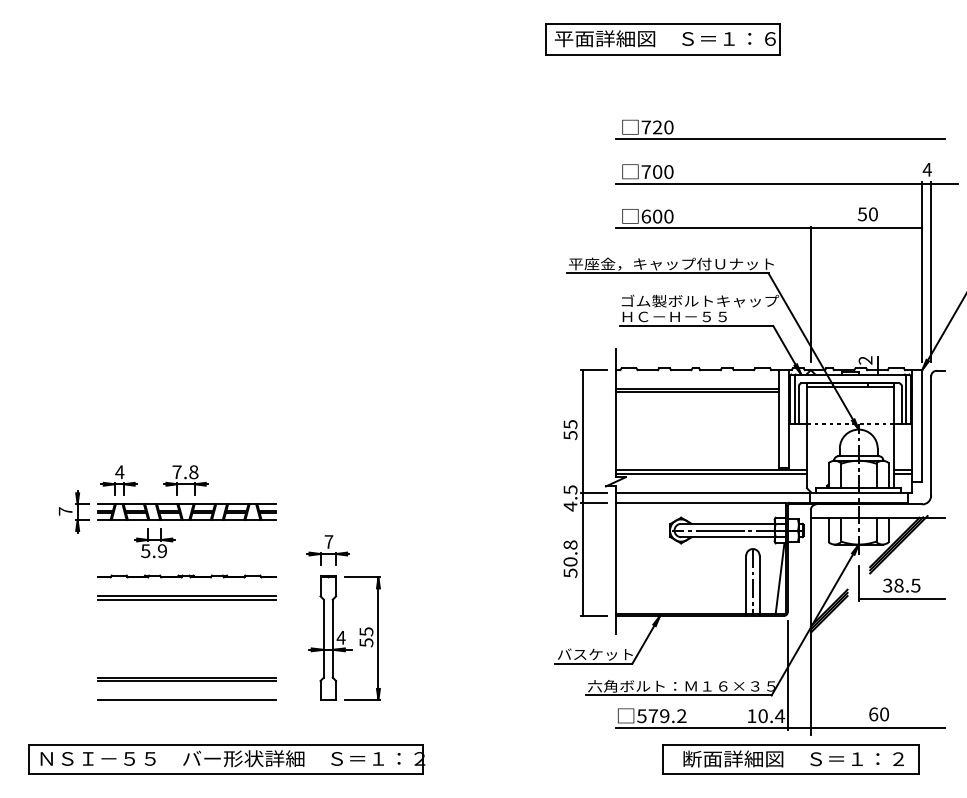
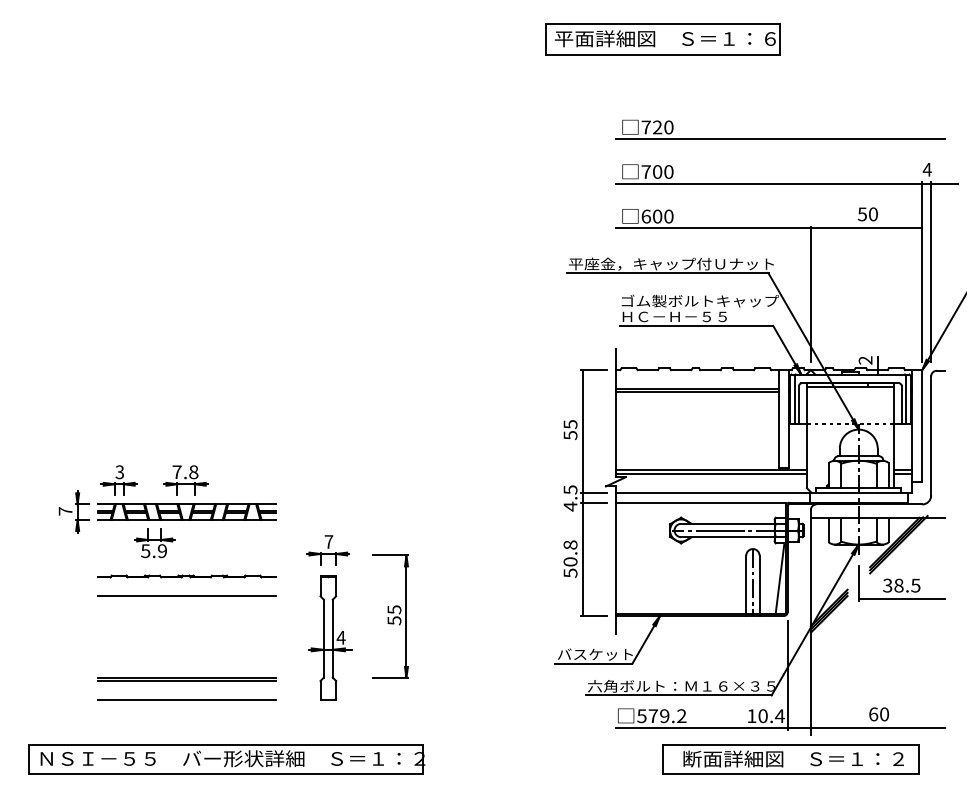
text at (119, 472): 4 -> 3
line at (186, 599): present -> none
part at (362, 638) position: (362, 638) -> (390, 616)
